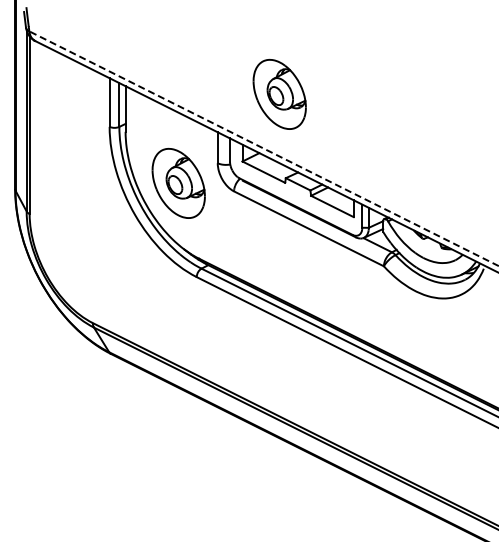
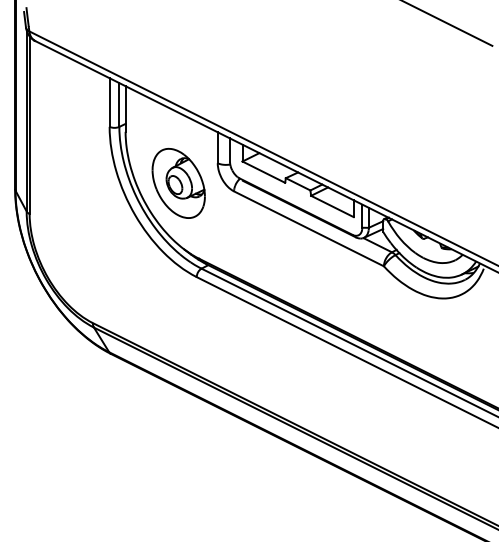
line at (448, 23): none -> present
part at (279, 94): present -> none
line at (263, 148): dashed -> solid
